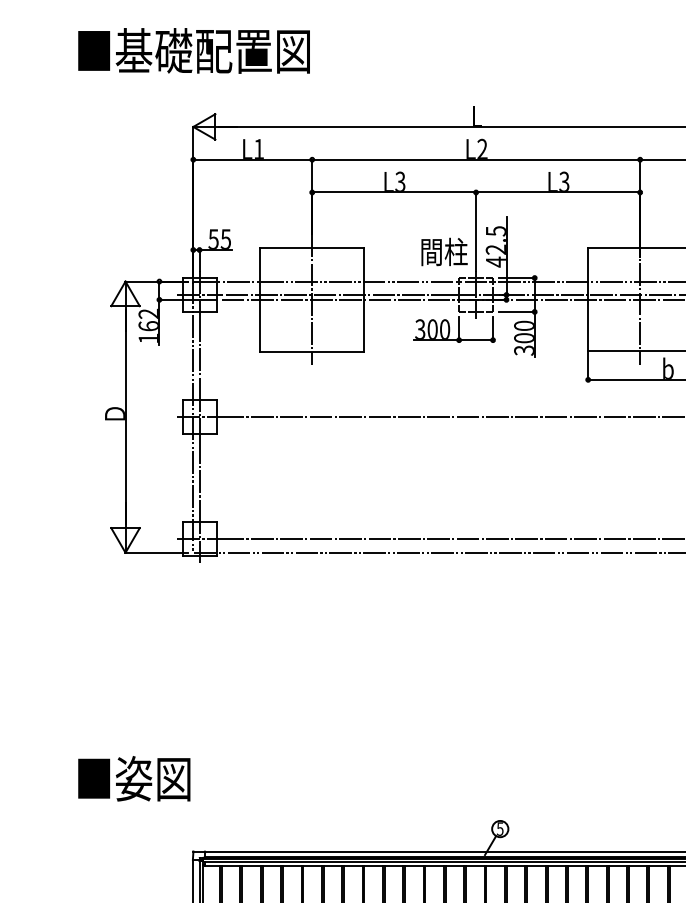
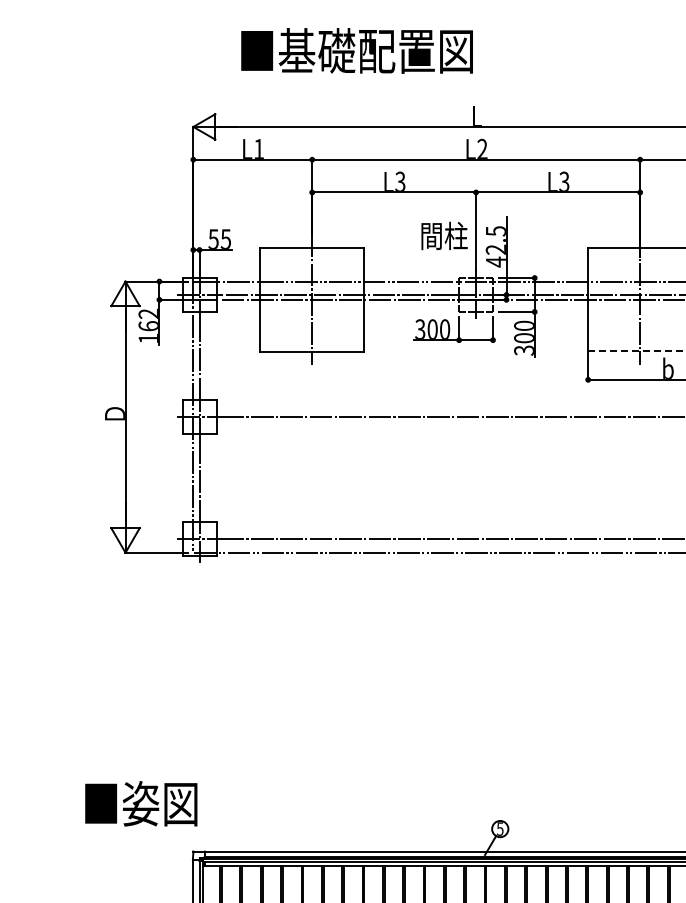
text at (193, 50) position: (193, 50) -> (356, 50)
text at (444, 251) position: (444, 251) -> (444, 235)
line at (637, 351): solid -> dashed
text at (134, 778) position: (134, 778) -> (141, 803)
